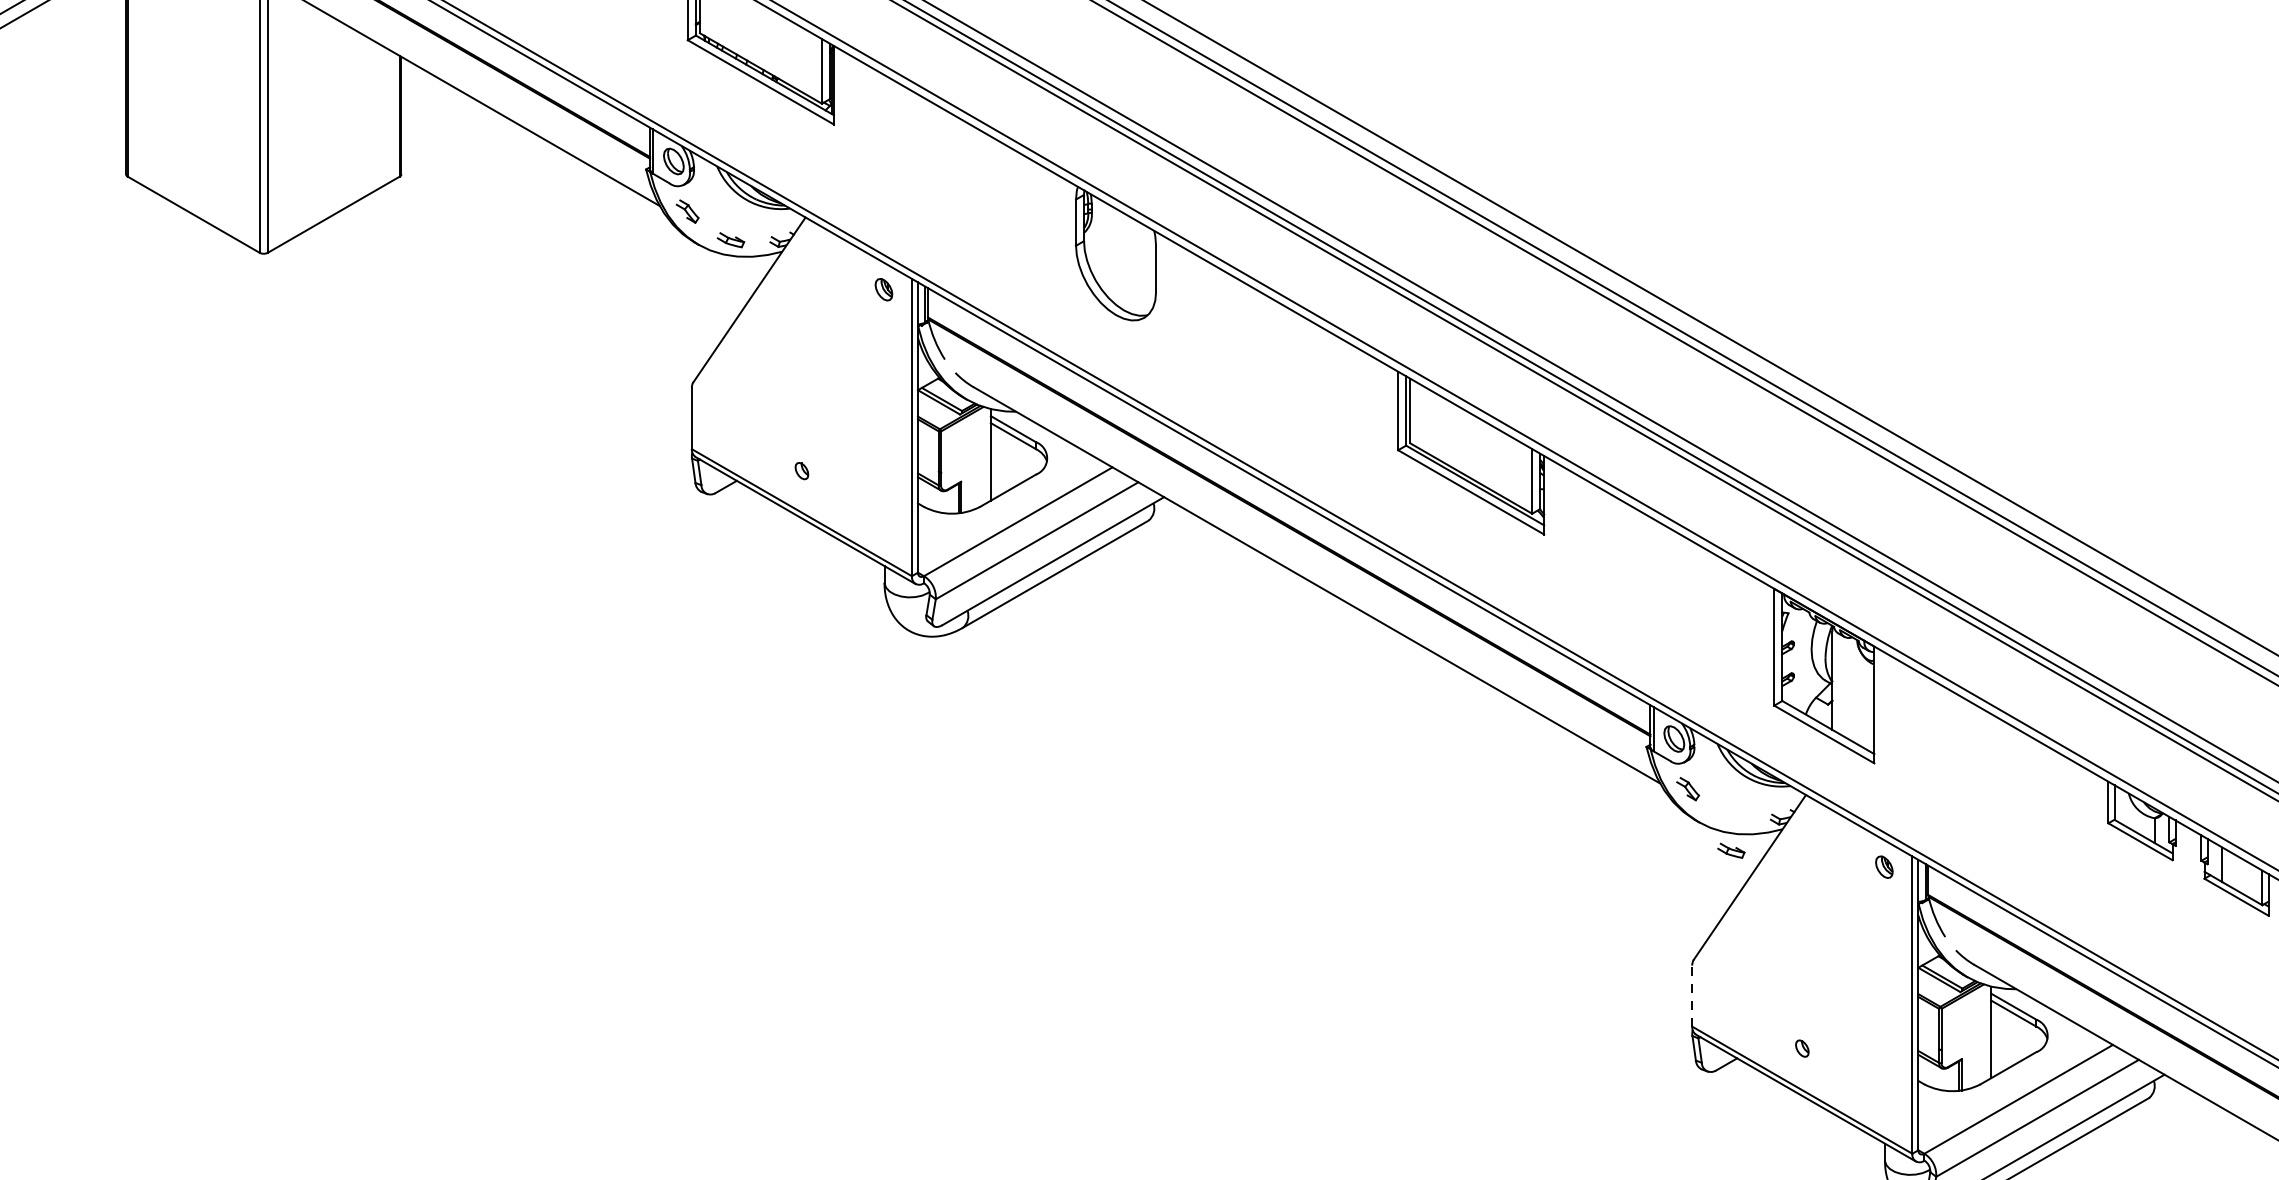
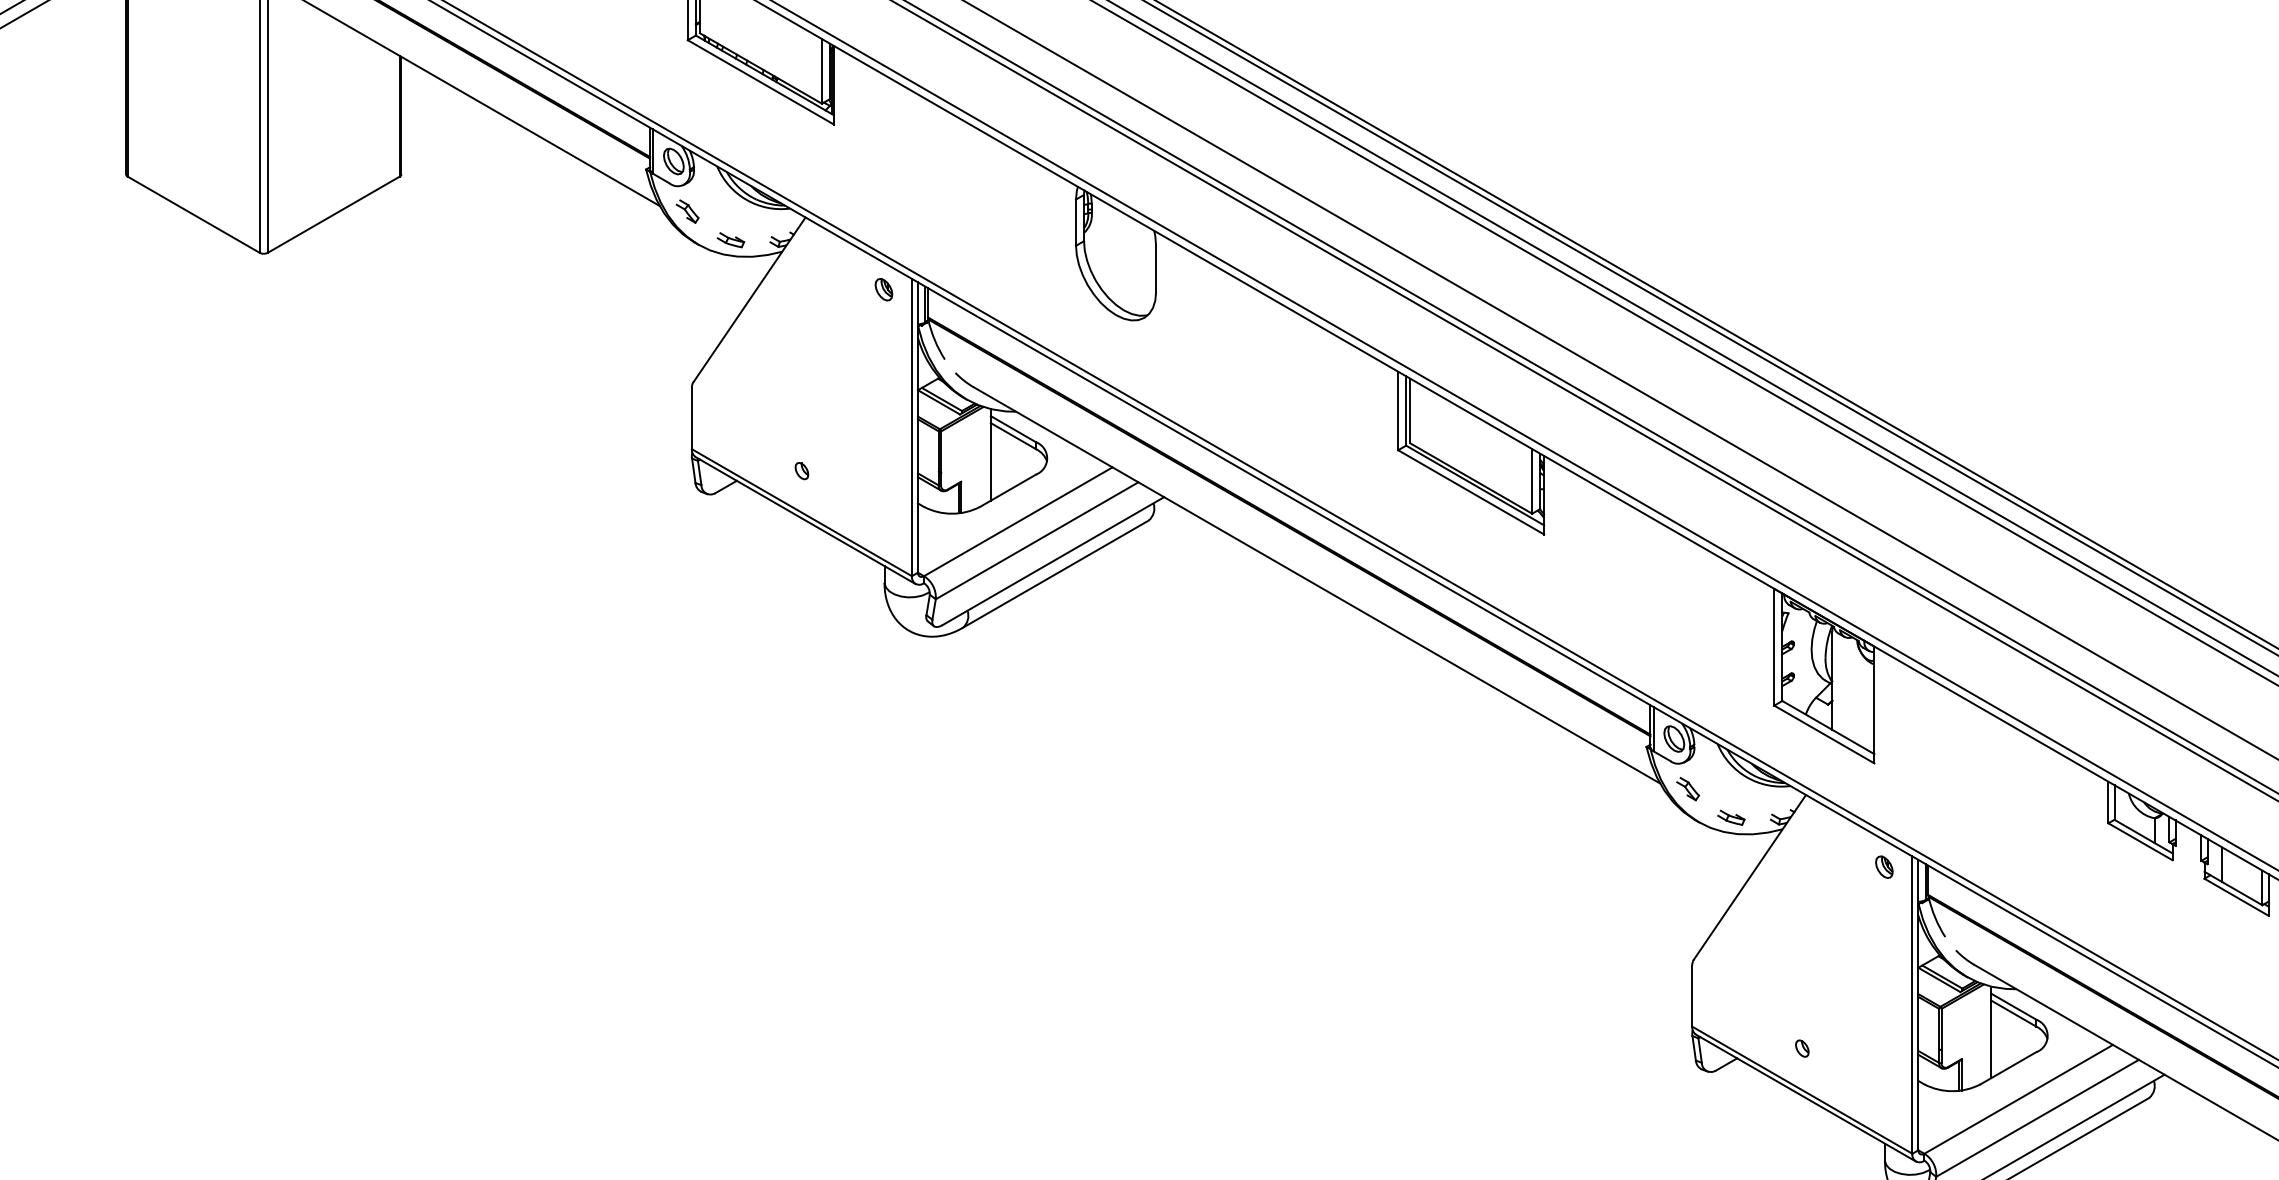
line at (1716, 324): none -> present
line at (1601, 391) position: (1601, 391) -> (1620, 379)
part at (1731, 850) position: (1731, 850) -> (1731, 817)
line at (1692, 996): dashed -> solid
